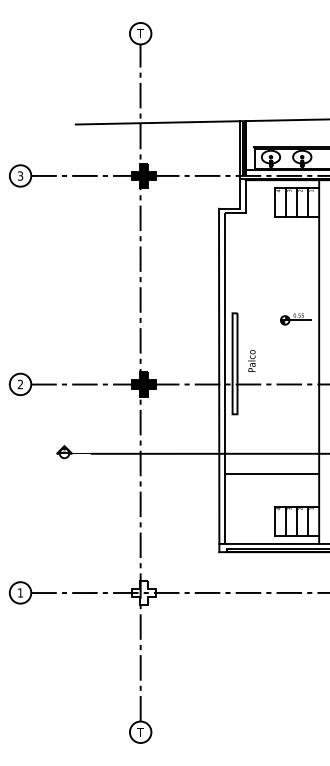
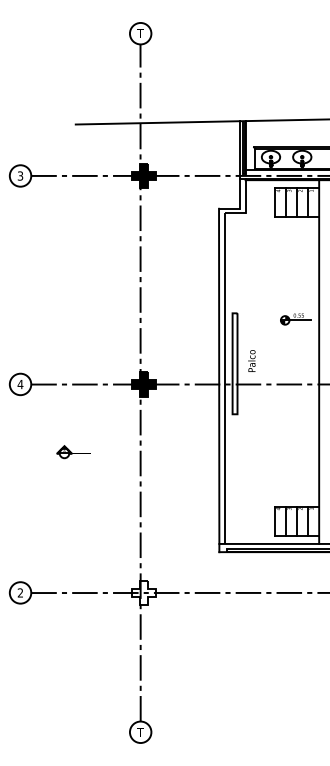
text at (20, 384): 2 -> 4
line at (208, 453): present -> none
line at (272, 474): present -> none
text at (19, 592): 1 -> 2
